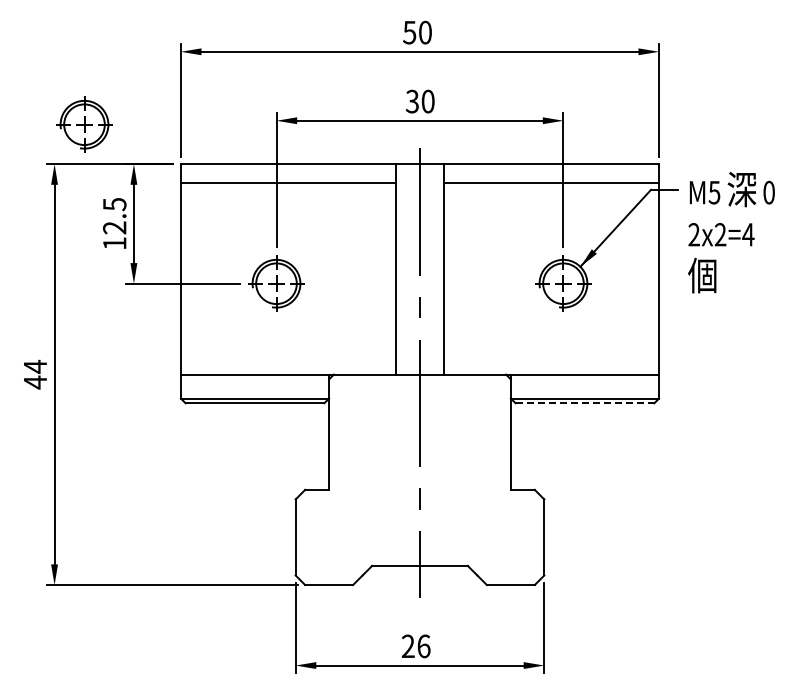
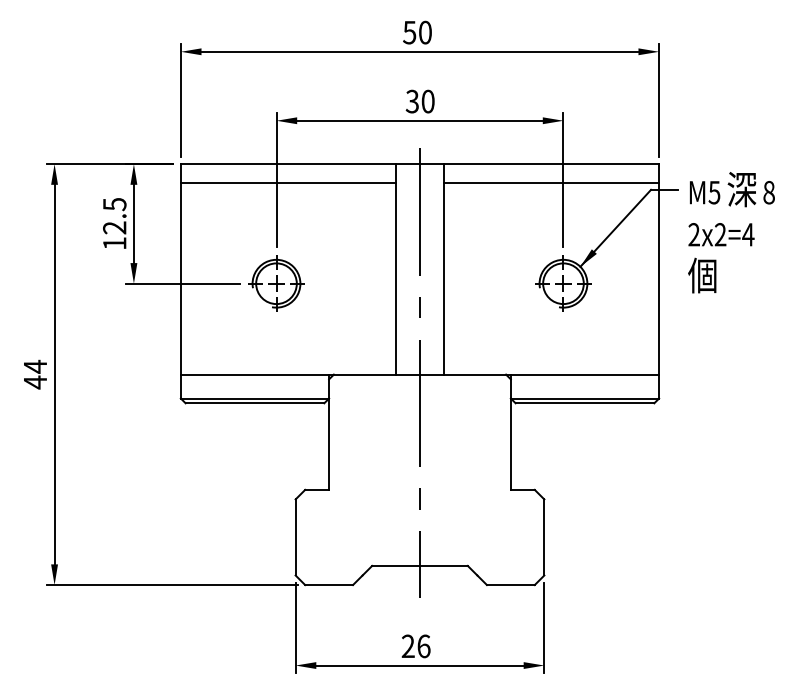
part at (84, 124): present -> none
text at (768, 192): 0 -> 8
line at (585, 403): dashed -> solid
